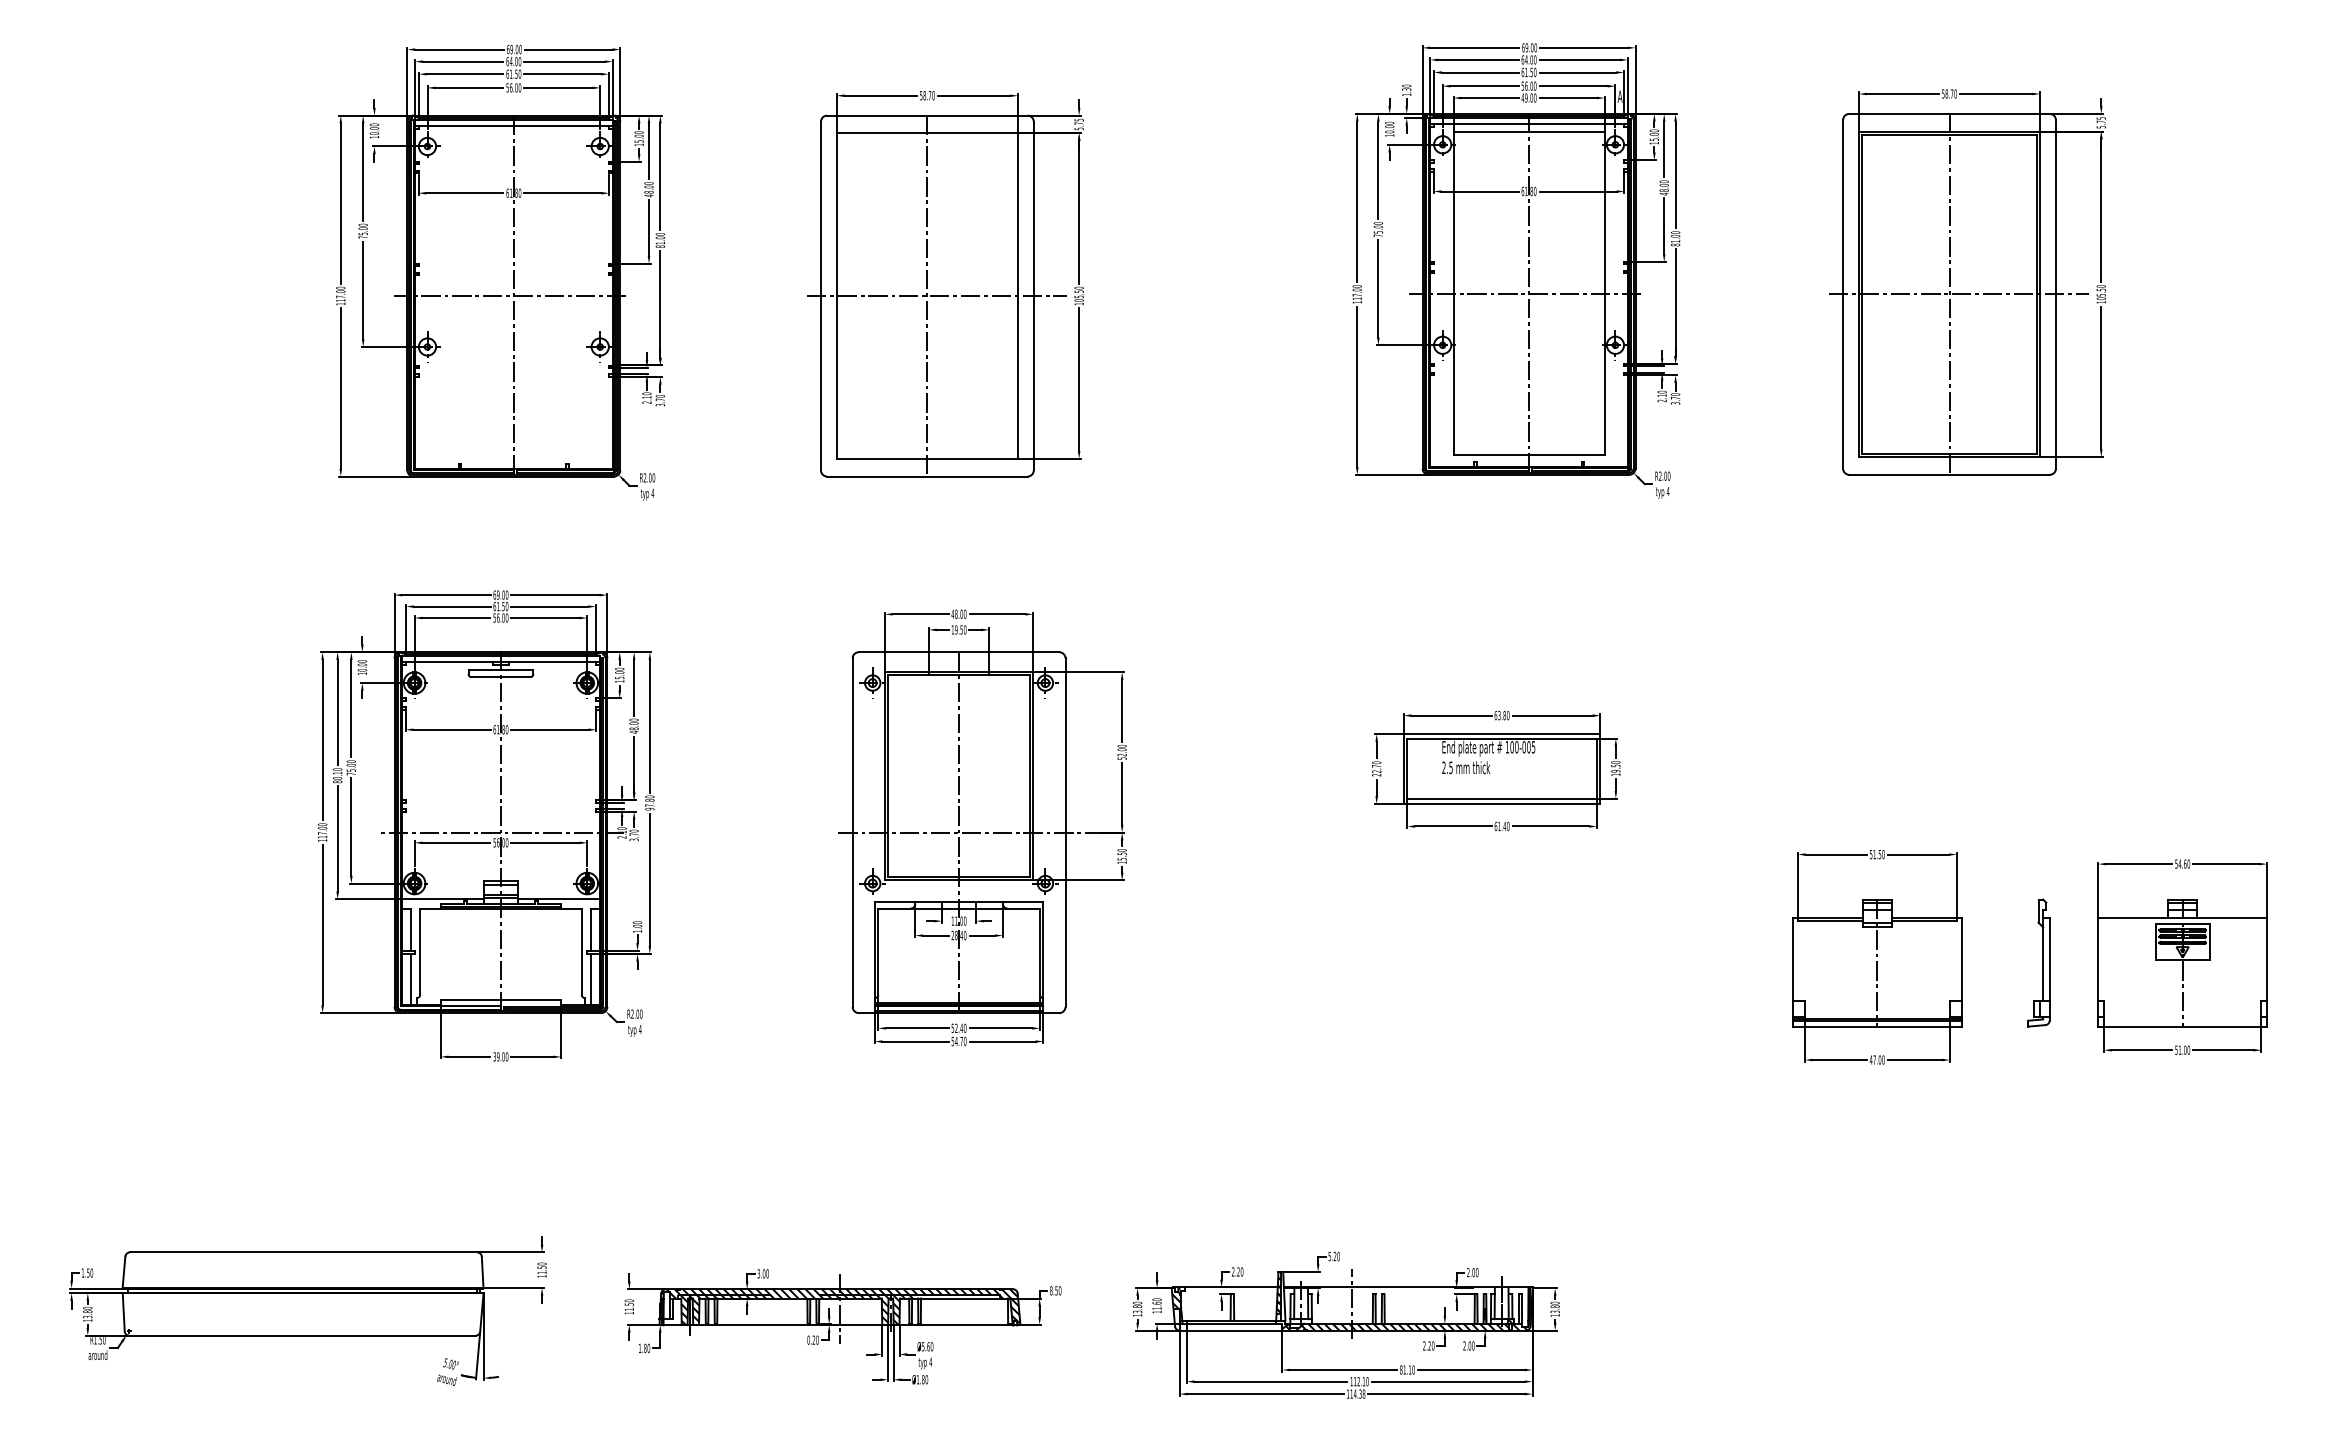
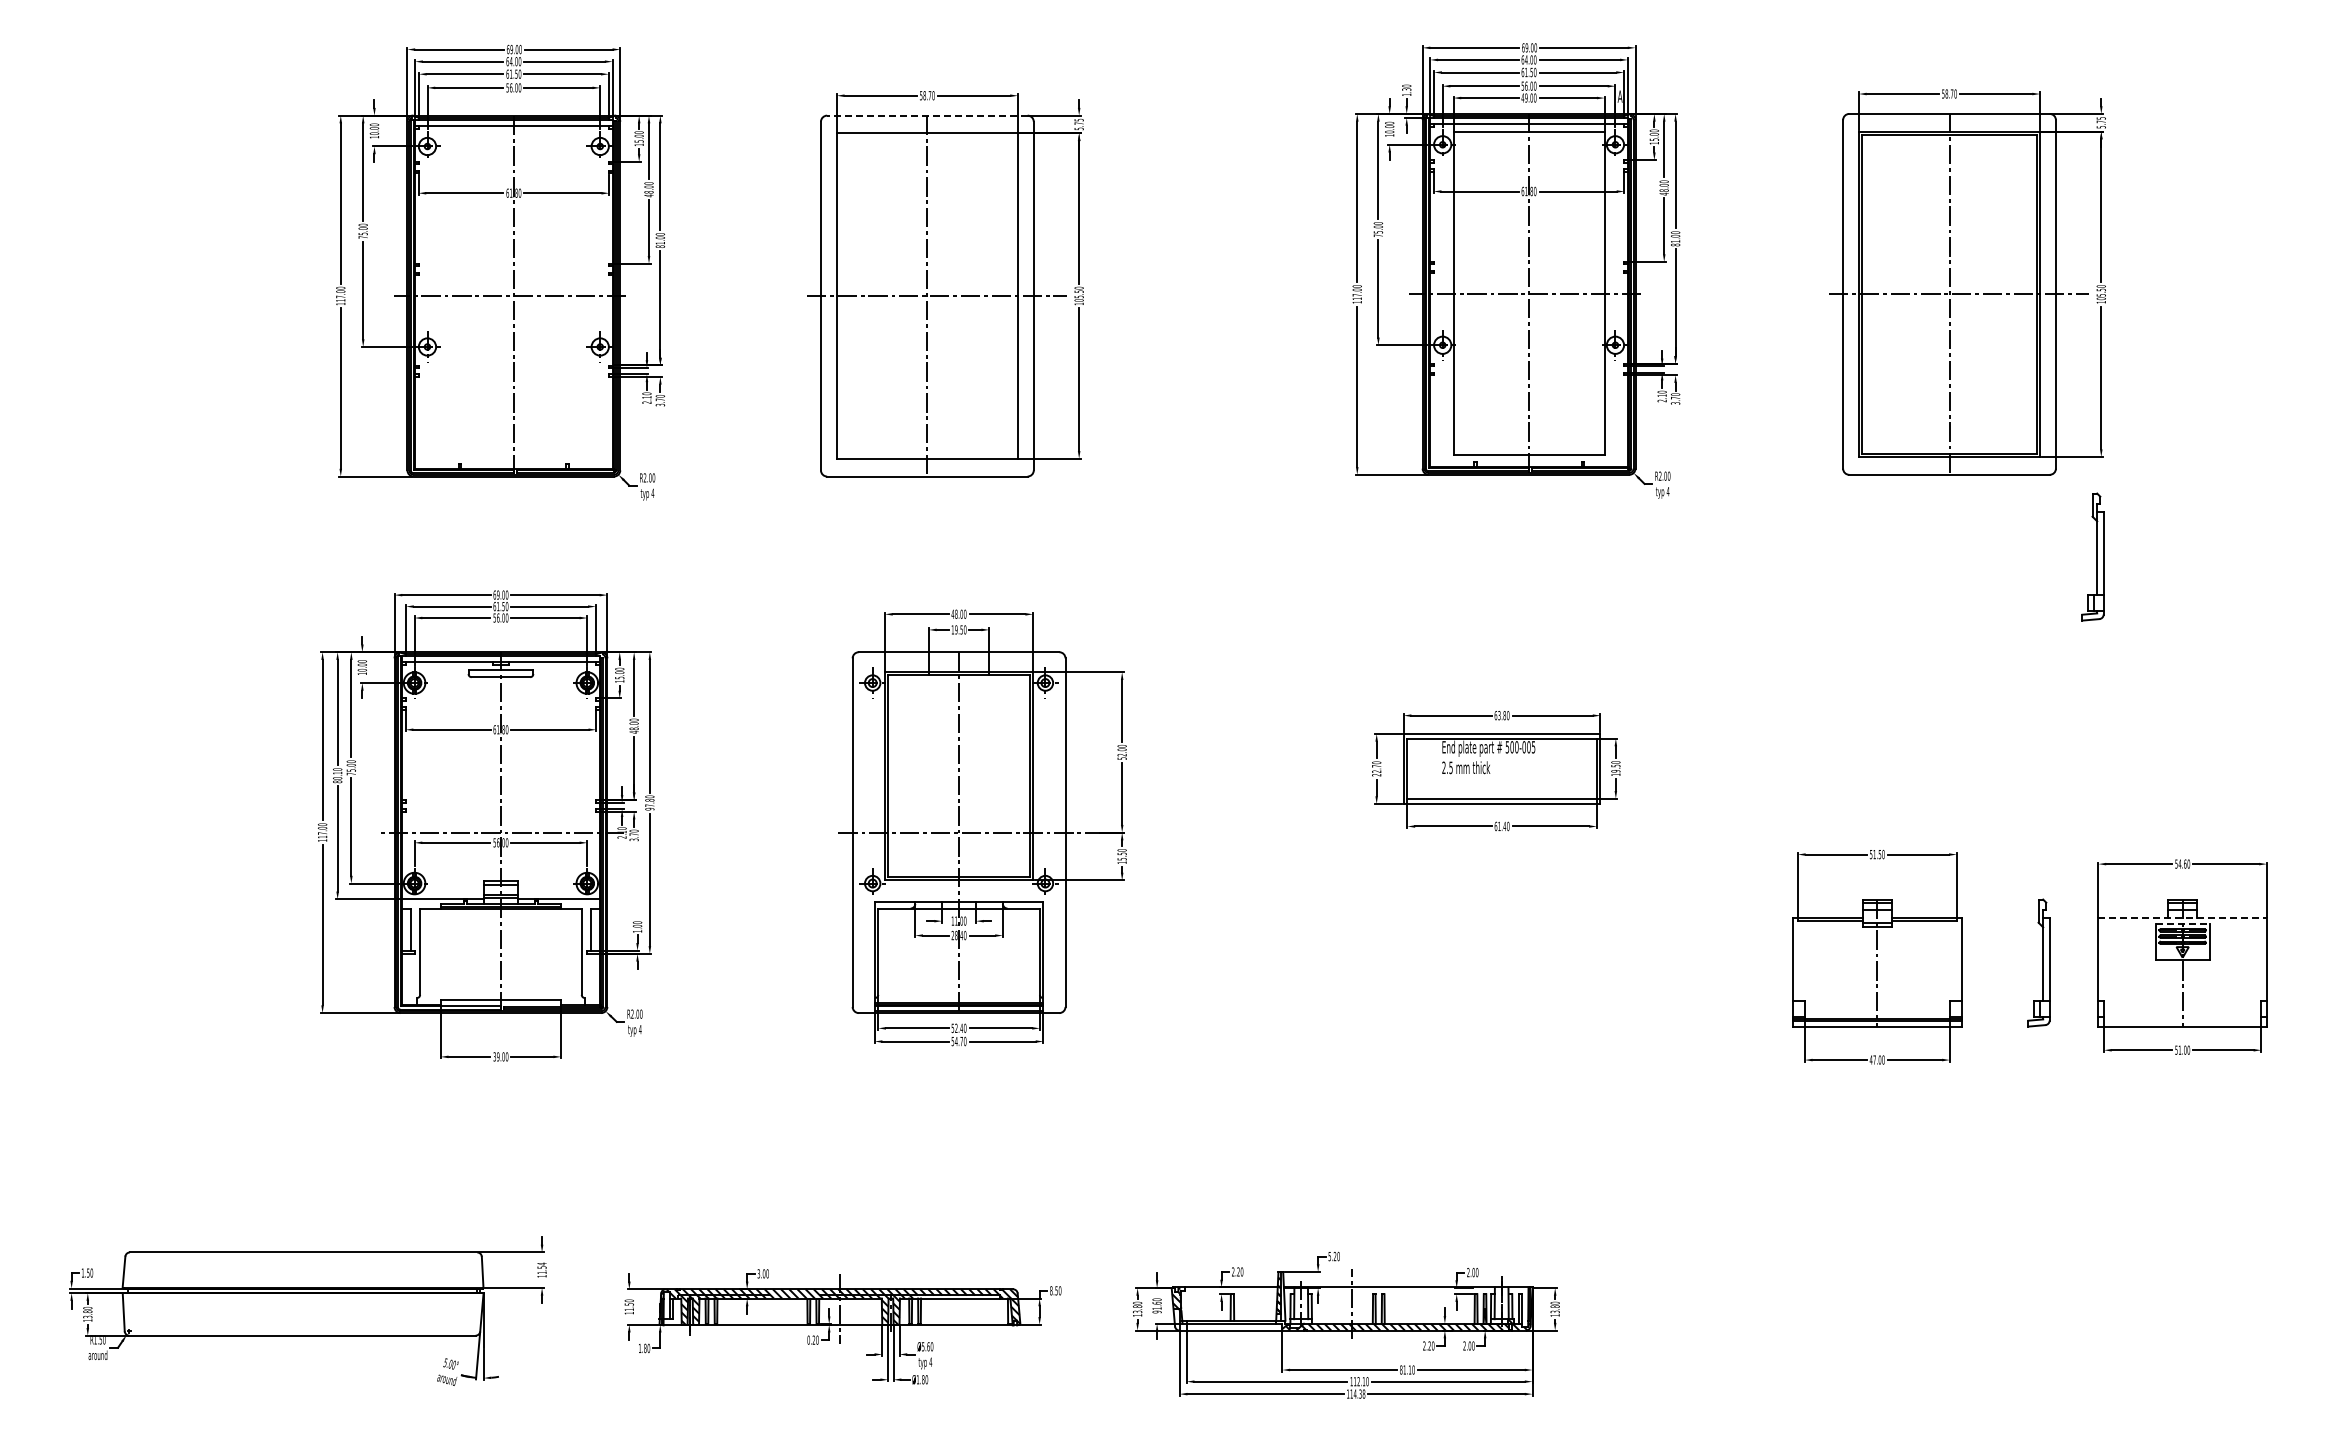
line at (926, 115): solid -> dashed
part at (2092, 556): none -> present
text at (1507, 747): 100-005 -> 500-005
line at (2183, 918): solid -> dashed
line at (2182, 924): solid -> dashed
line at (410, 979): present -> none
line at (591, 979): present -> none
text at (541, 1263): 11.50 -> 11.54
text at (1156, 1311): 11.60 -> 91.60
